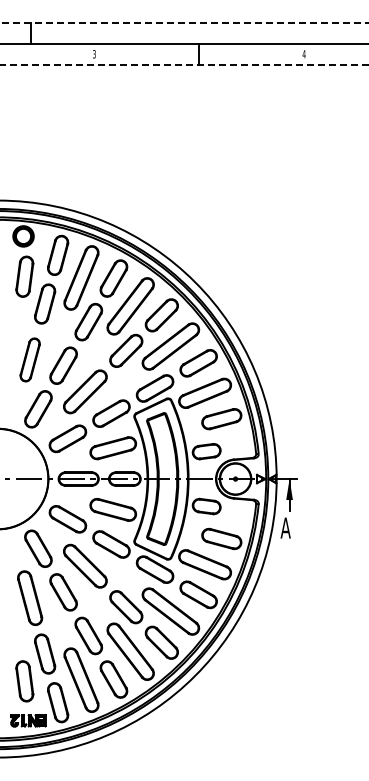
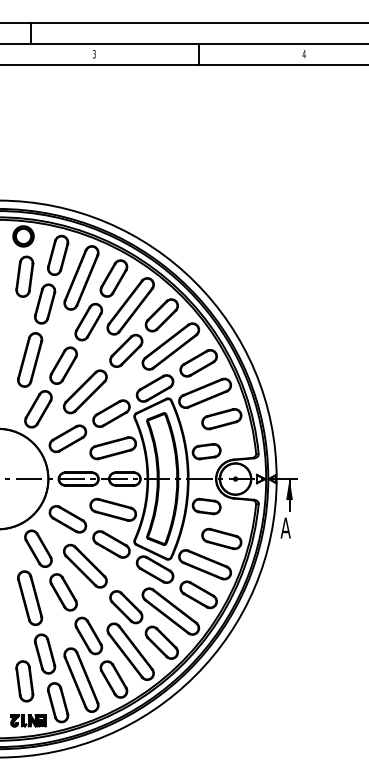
line at (185, 23): dashed -> solid
line at (183, 65): dashed -> solid
part at (29, 359) size: 22x46 px -> 27x56 px
